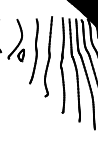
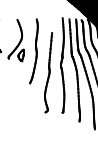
part at (48, 56) position: (48, 56) -> (48, 72)
